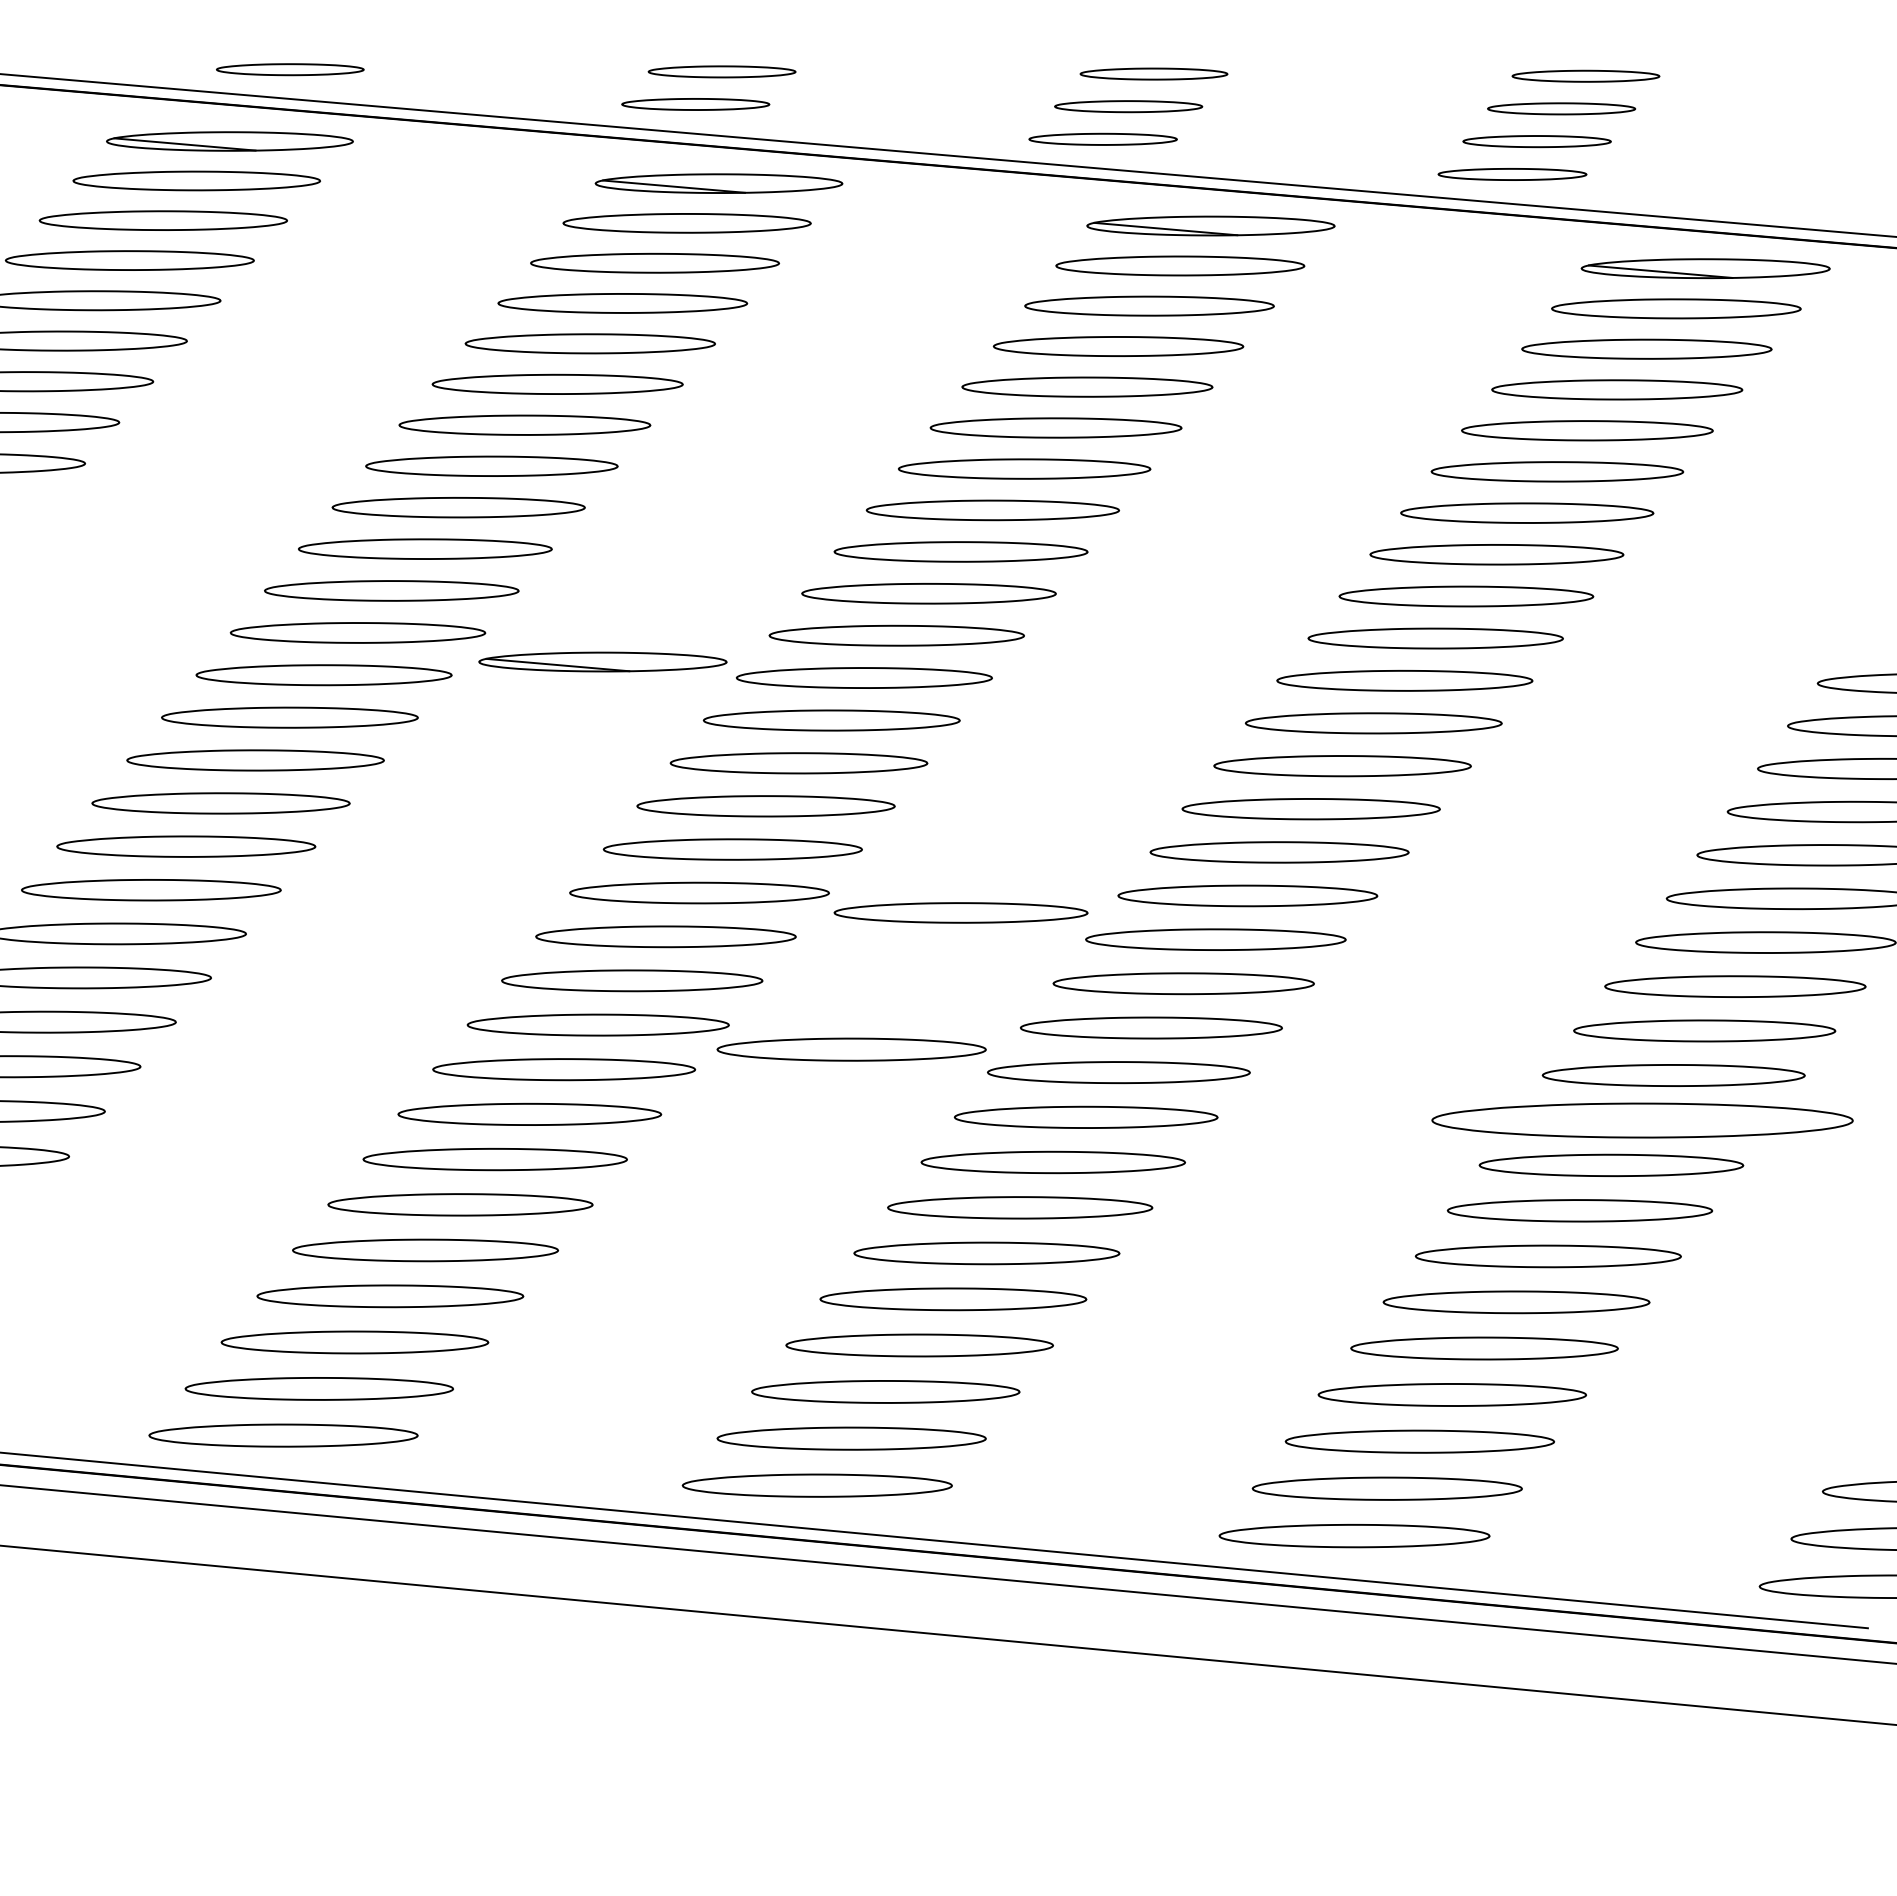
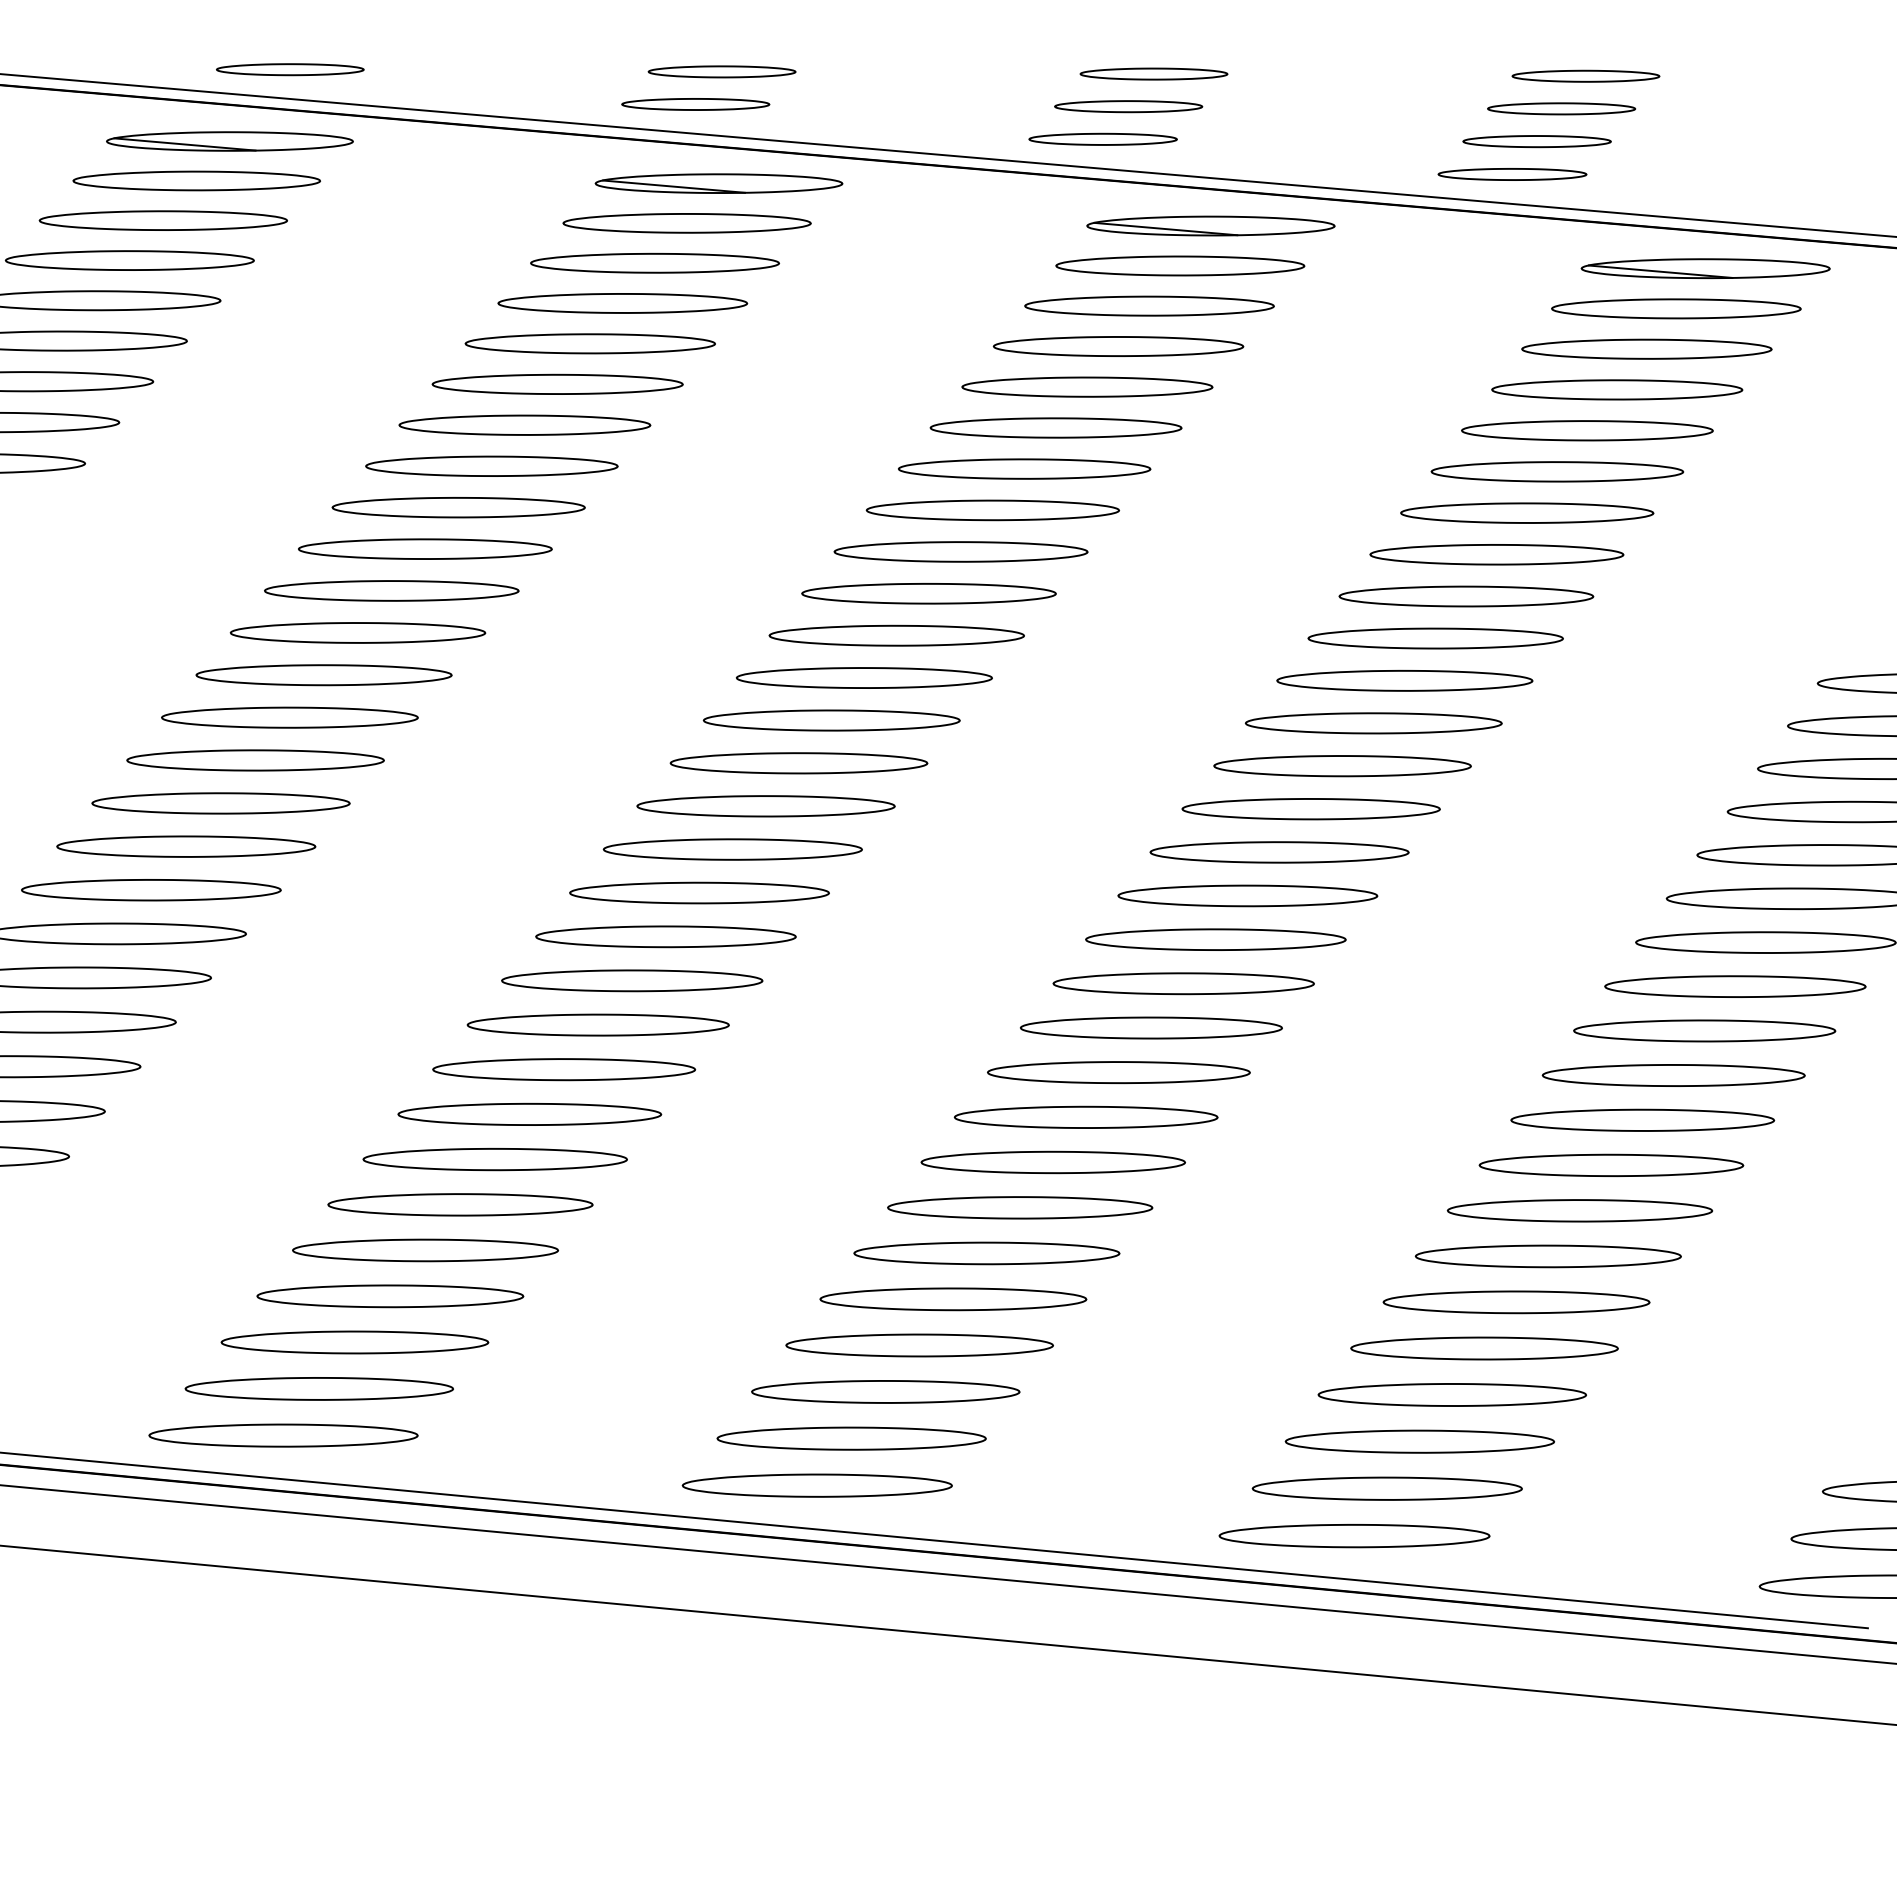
part at (602, 661): present -> none
part at (960, 912): present -> none
part at (851, 1049): present -> none
part at (1642, 1120) size: 423x37 px -> 266x24 px
